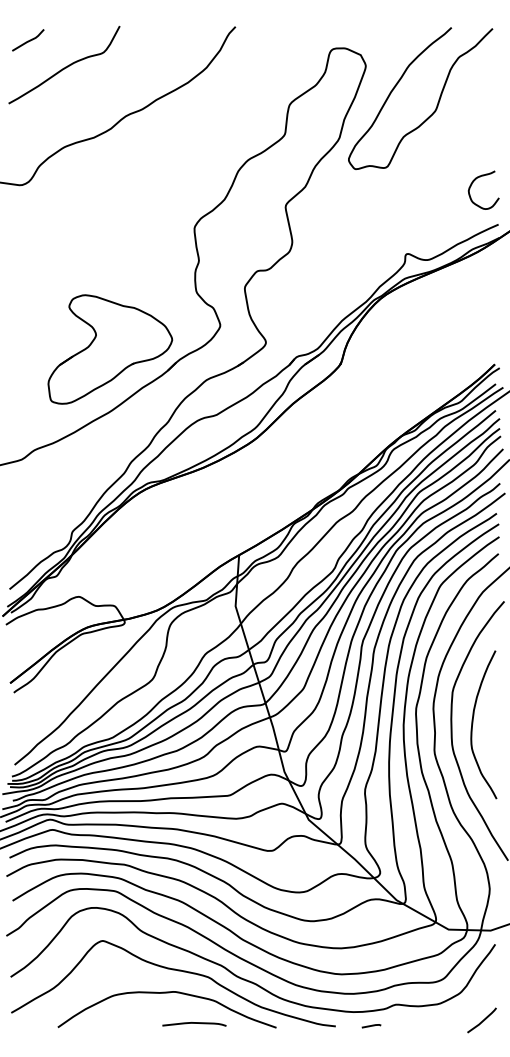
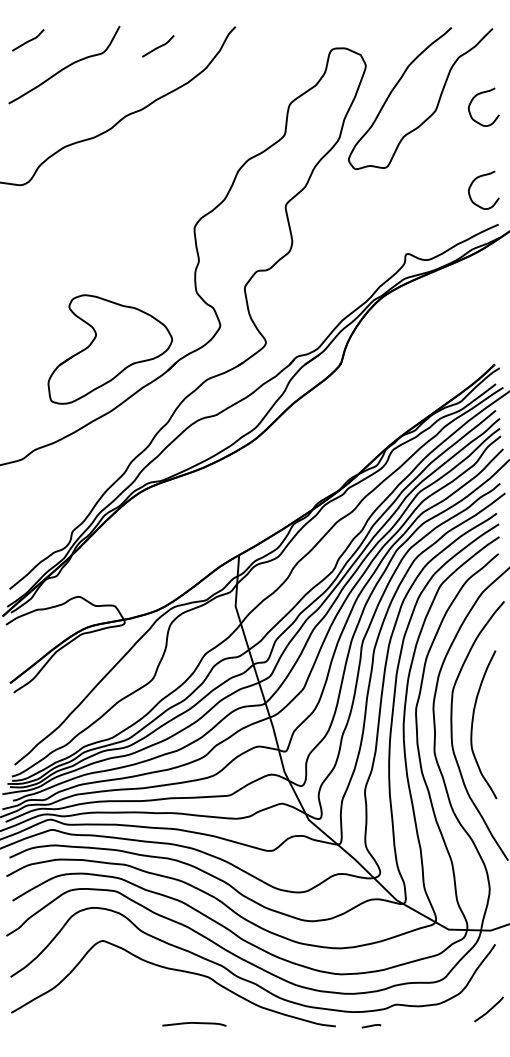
line at (158, 46): none -> present
curve at (475, 97): none -> present
curve at (166, 993): present -> none
line at (482, 1020) position: (482, 1020) -> (489, 1009)
